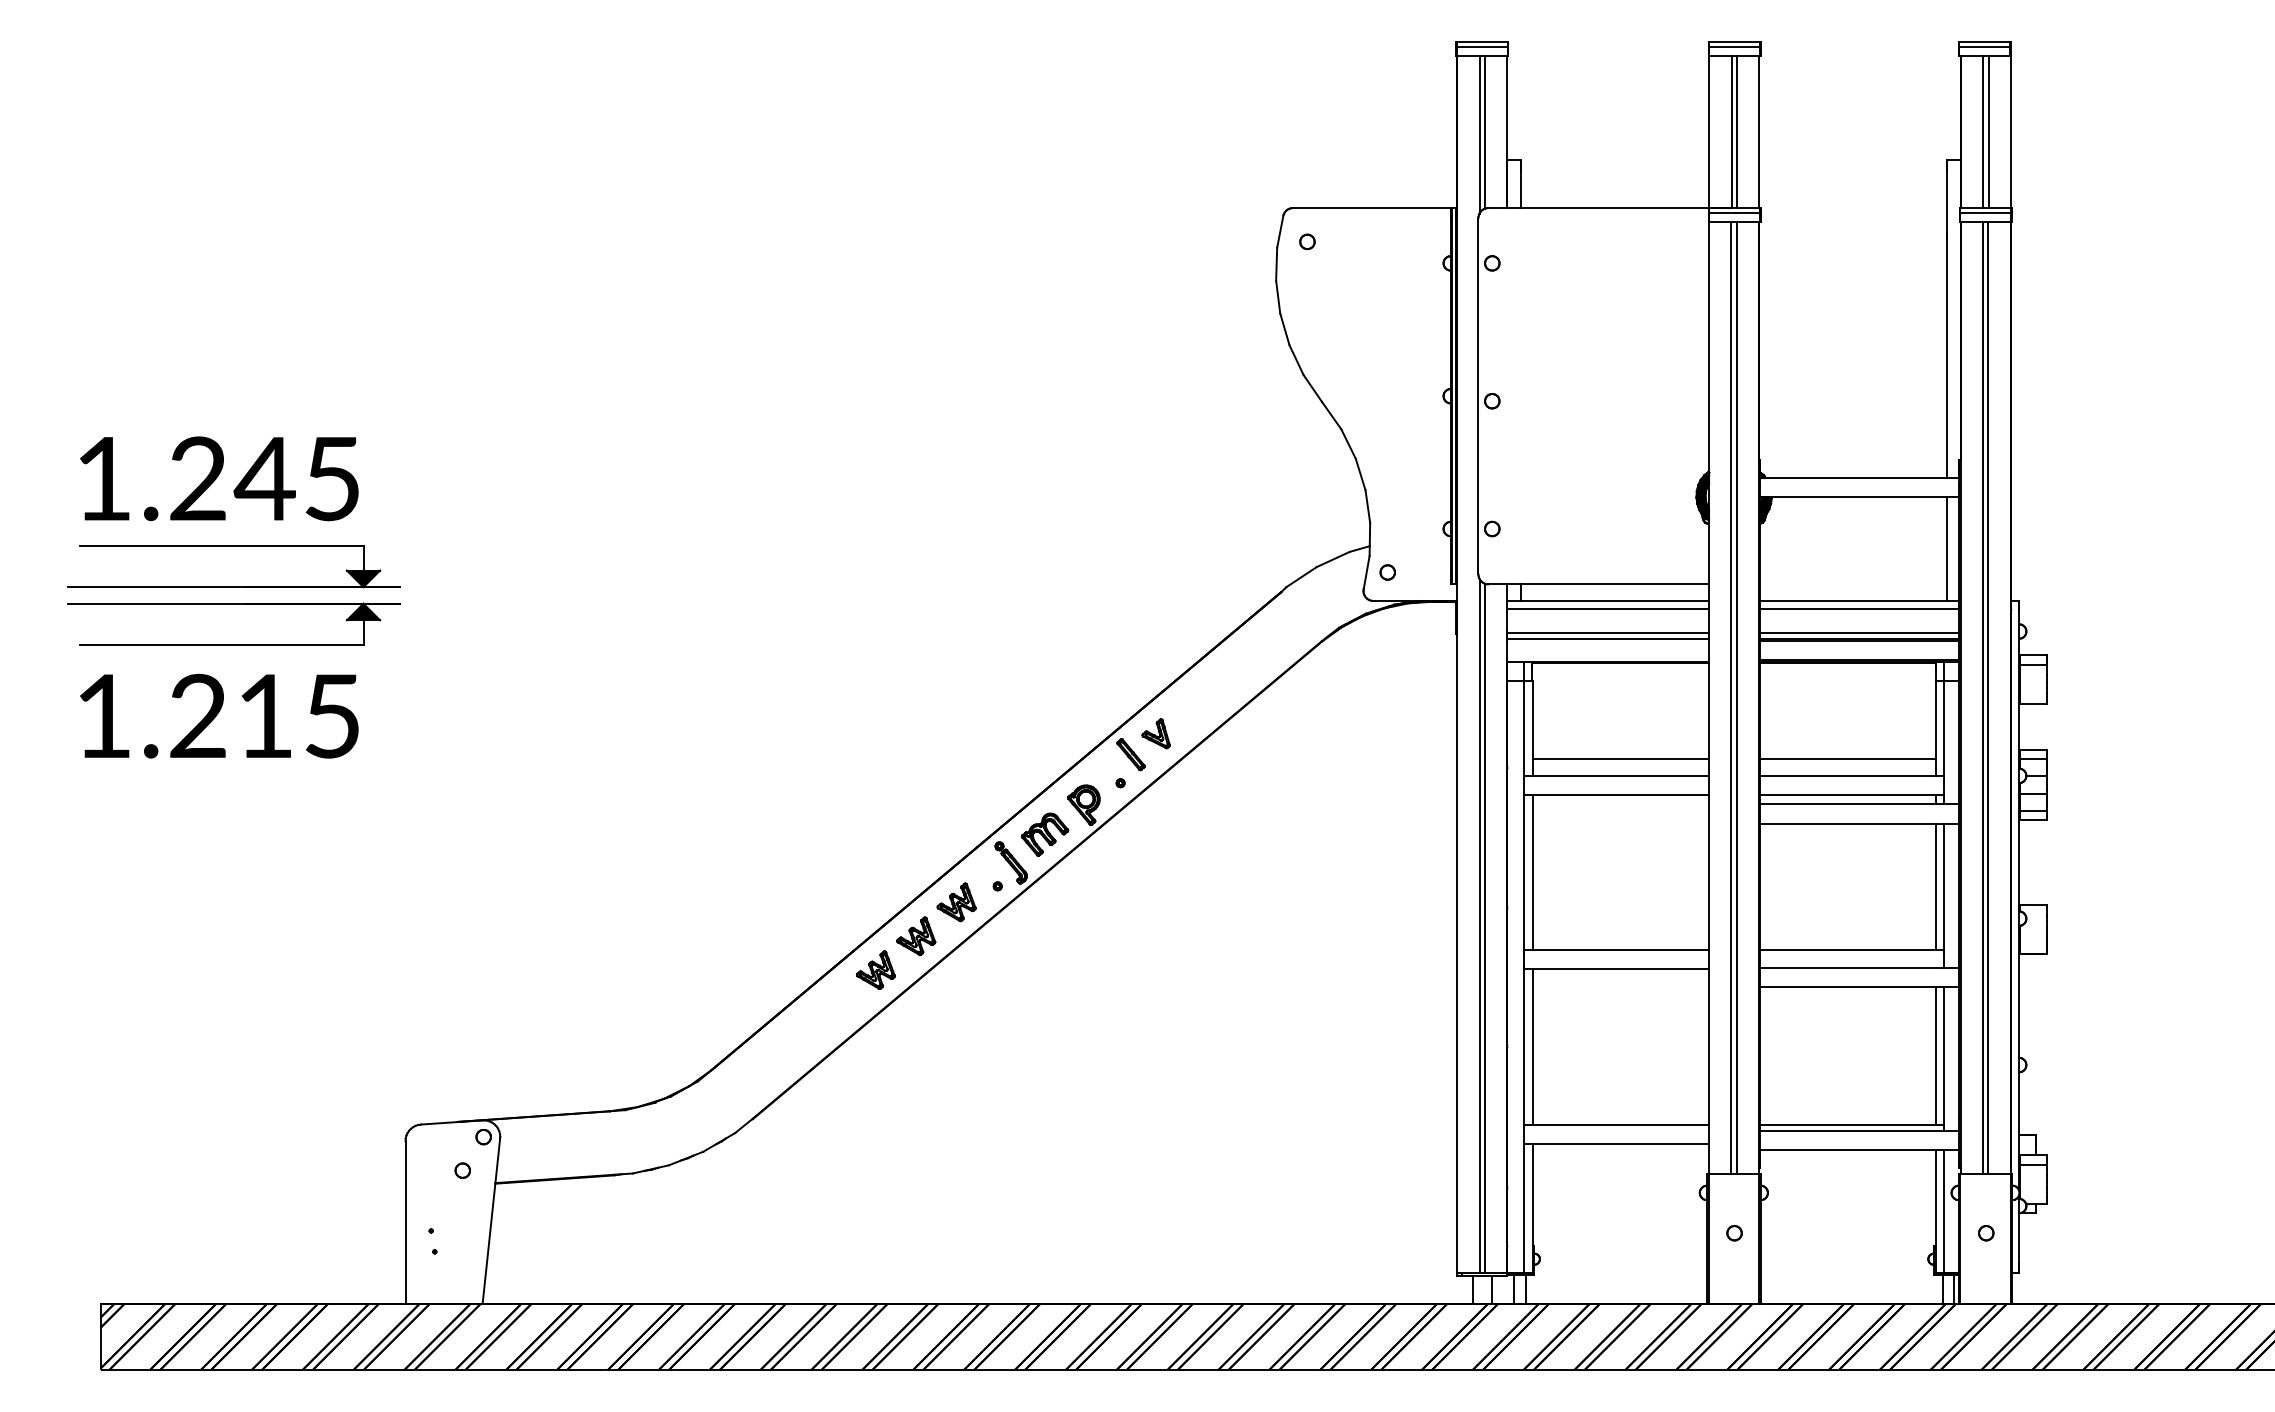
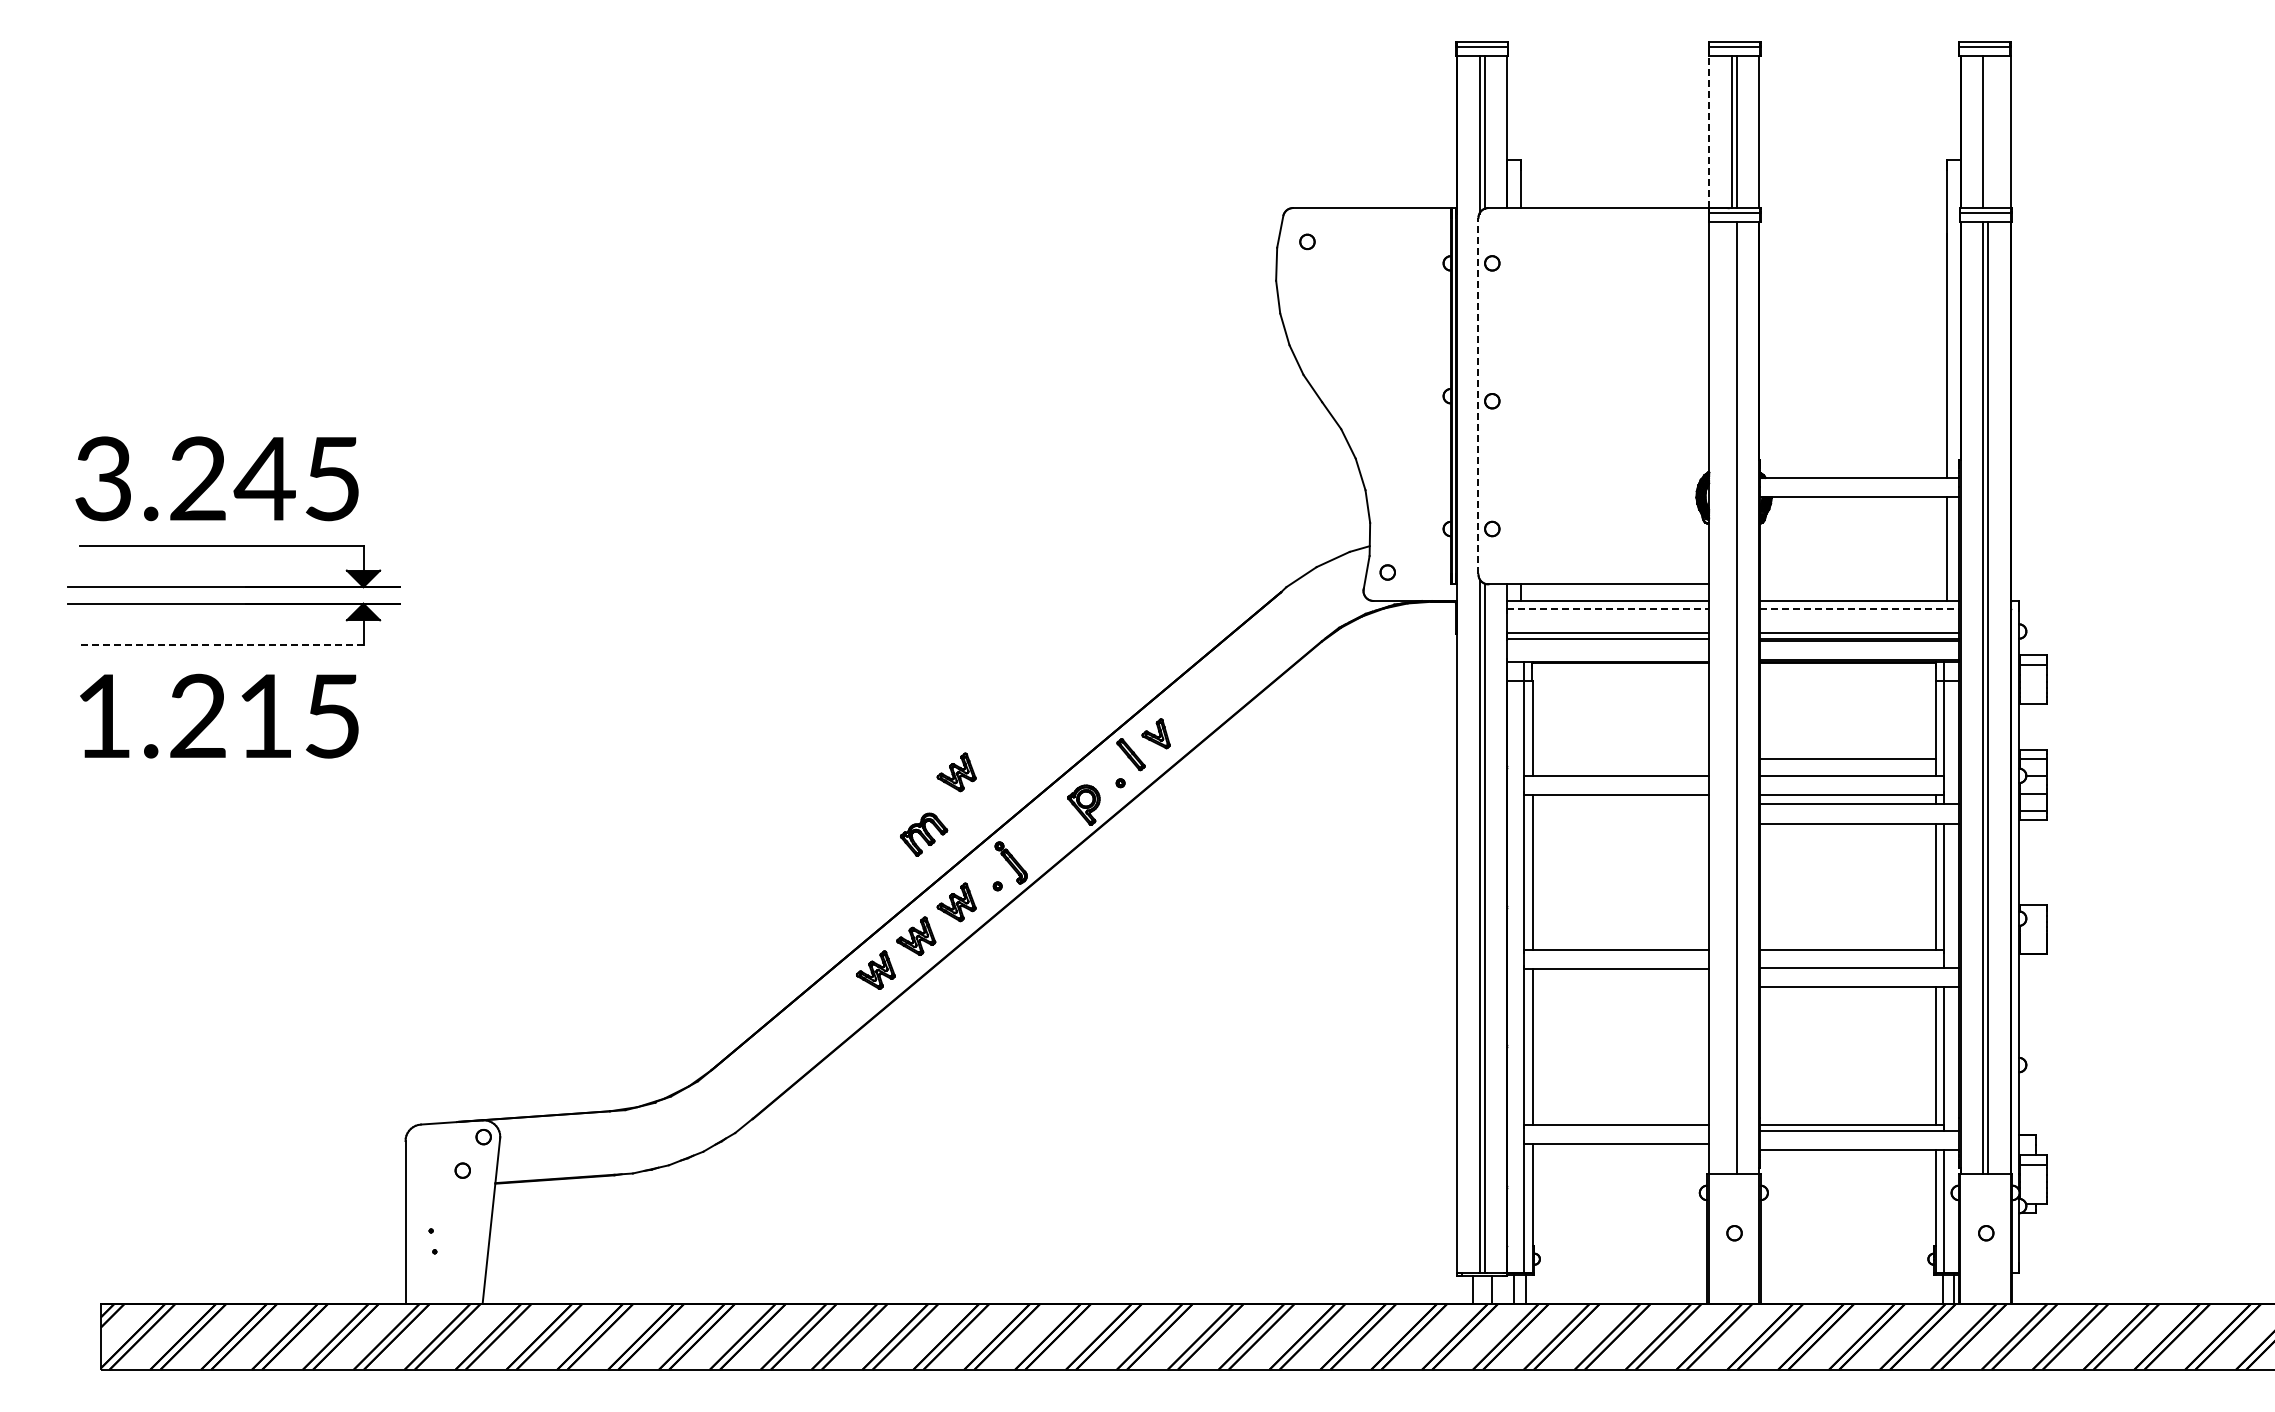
line at (1709, 131): solid -> dashed
line at (1988, 131): present -> none
line at (1478, 395): solid -> dashed
text at (102, 478): 1.245 -> 3.245
line at (1608, 609): solid -> dashed
line at (1860, 609): solid -> dashed
line at (221, 645): solid -> dashed
line at (1731, 697): present -> none
line at (1620, 758): present -> none
part at (956, 772): none -> present
part at (1045, 834) position: (1045, 834) -> (924, 834)
